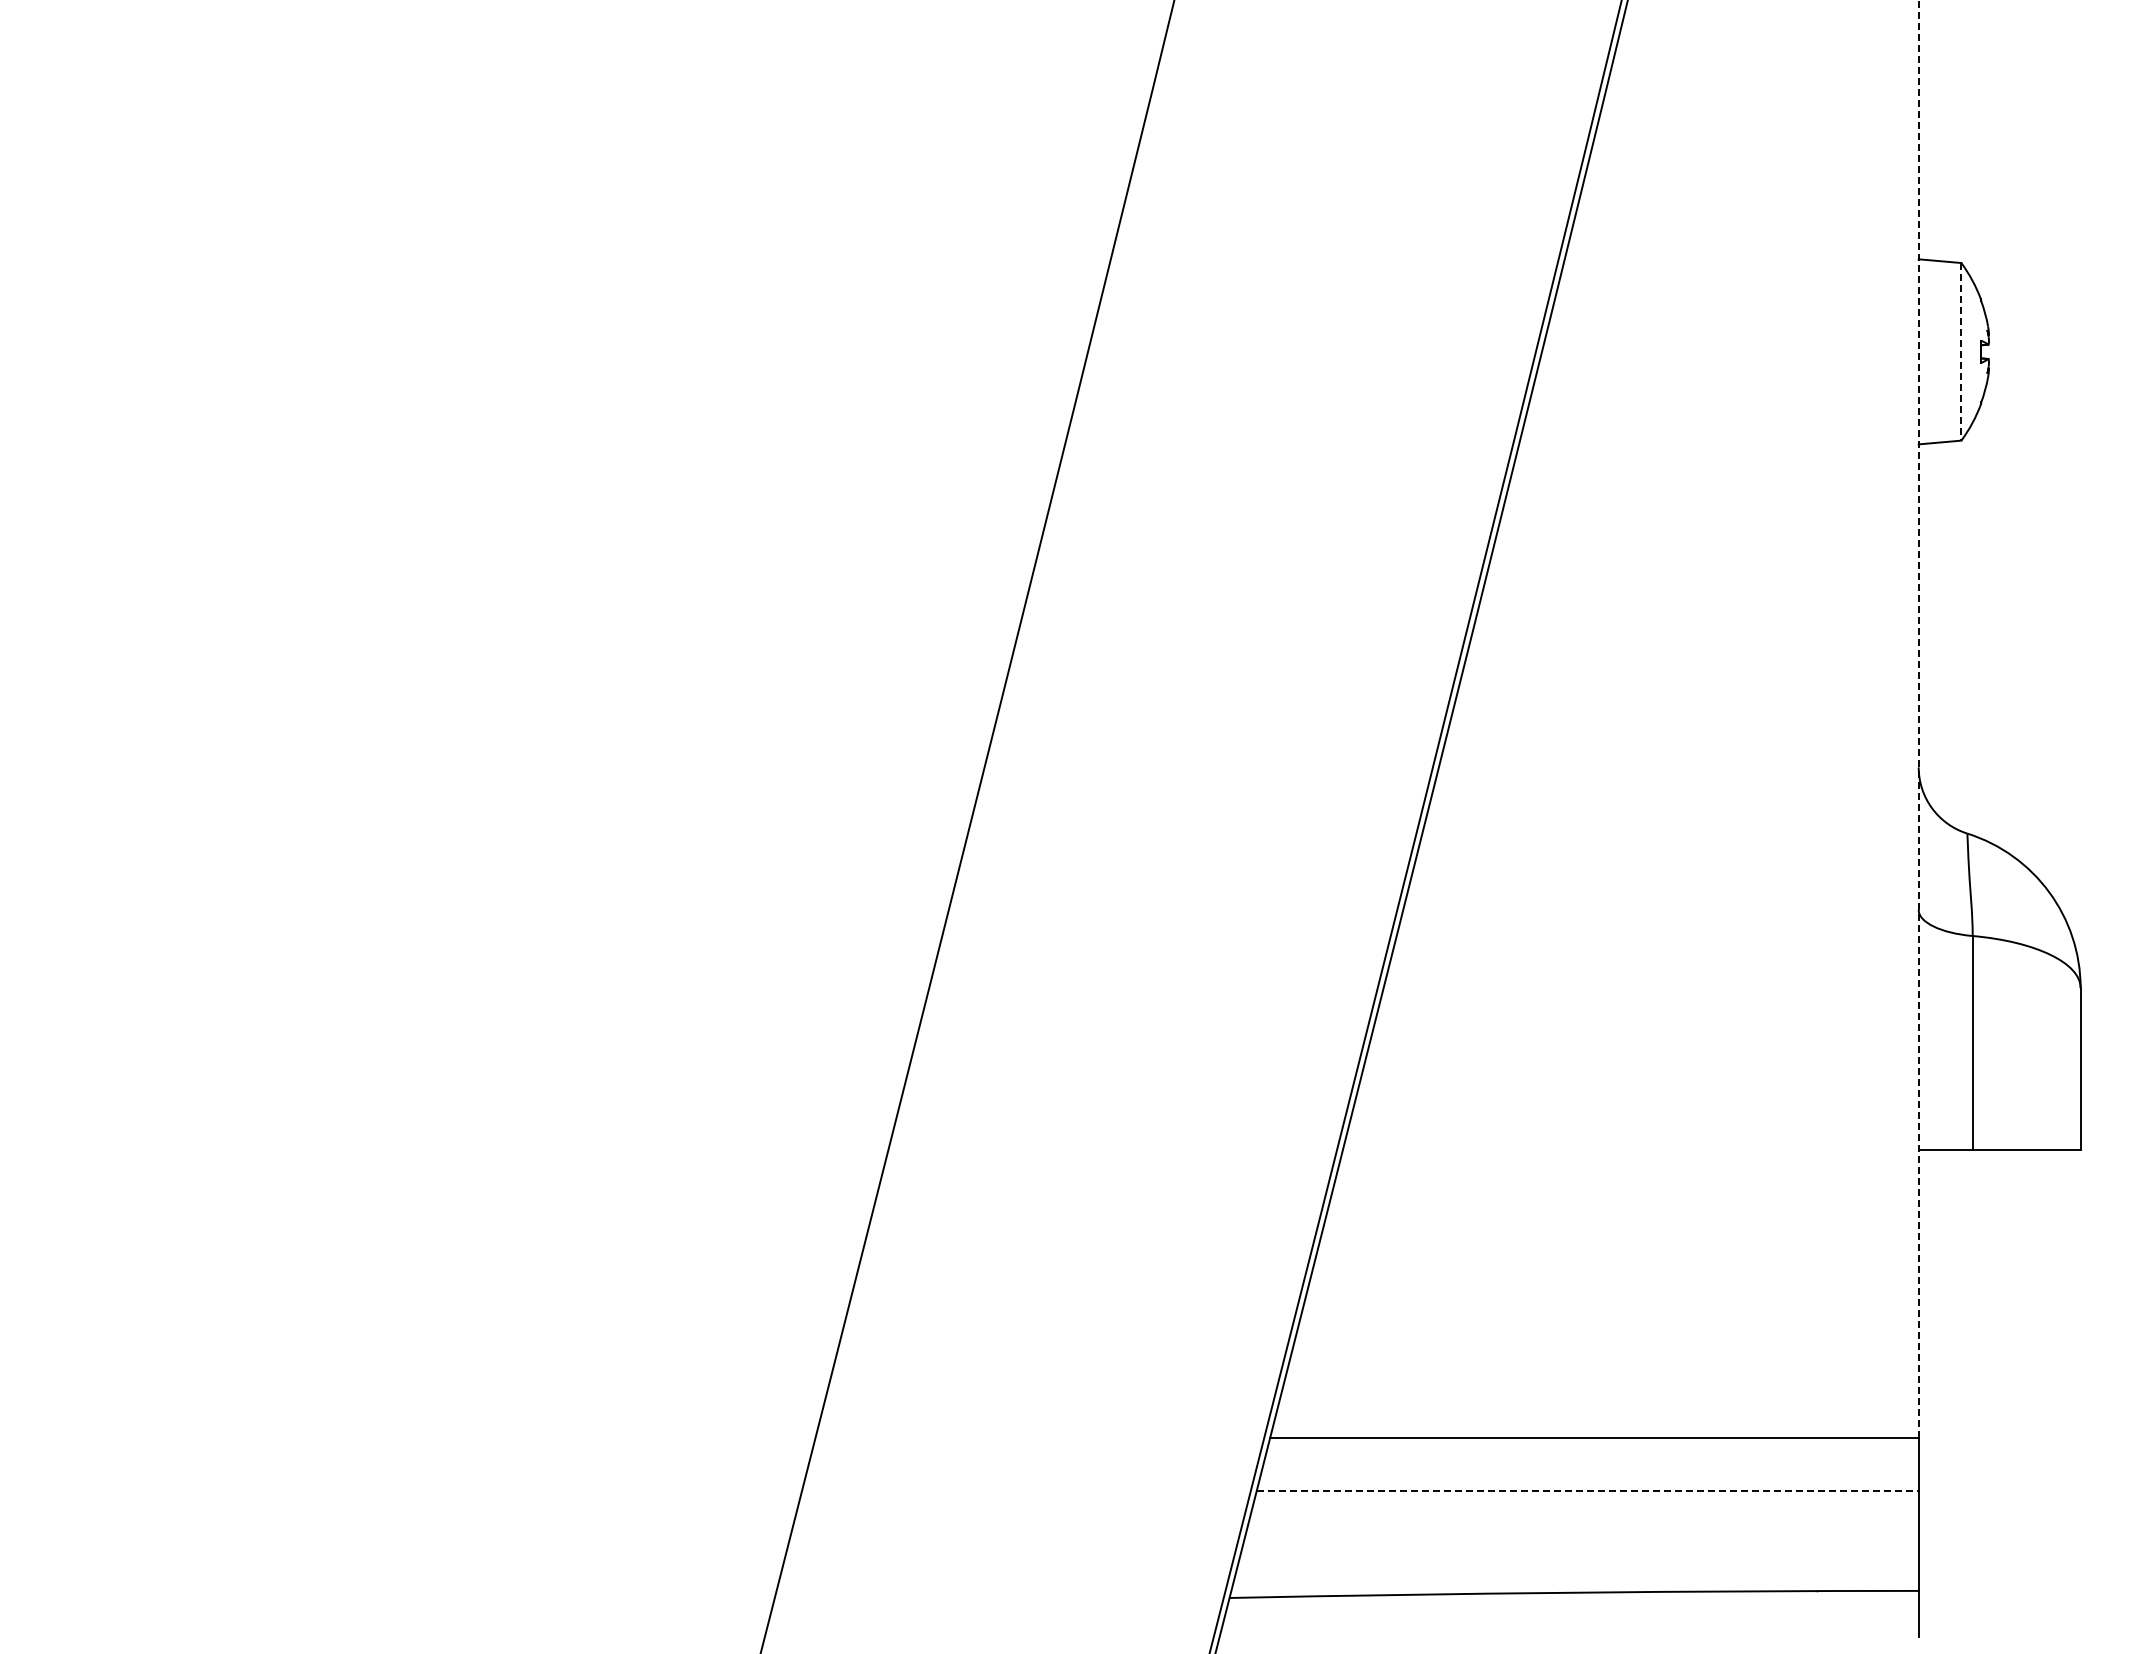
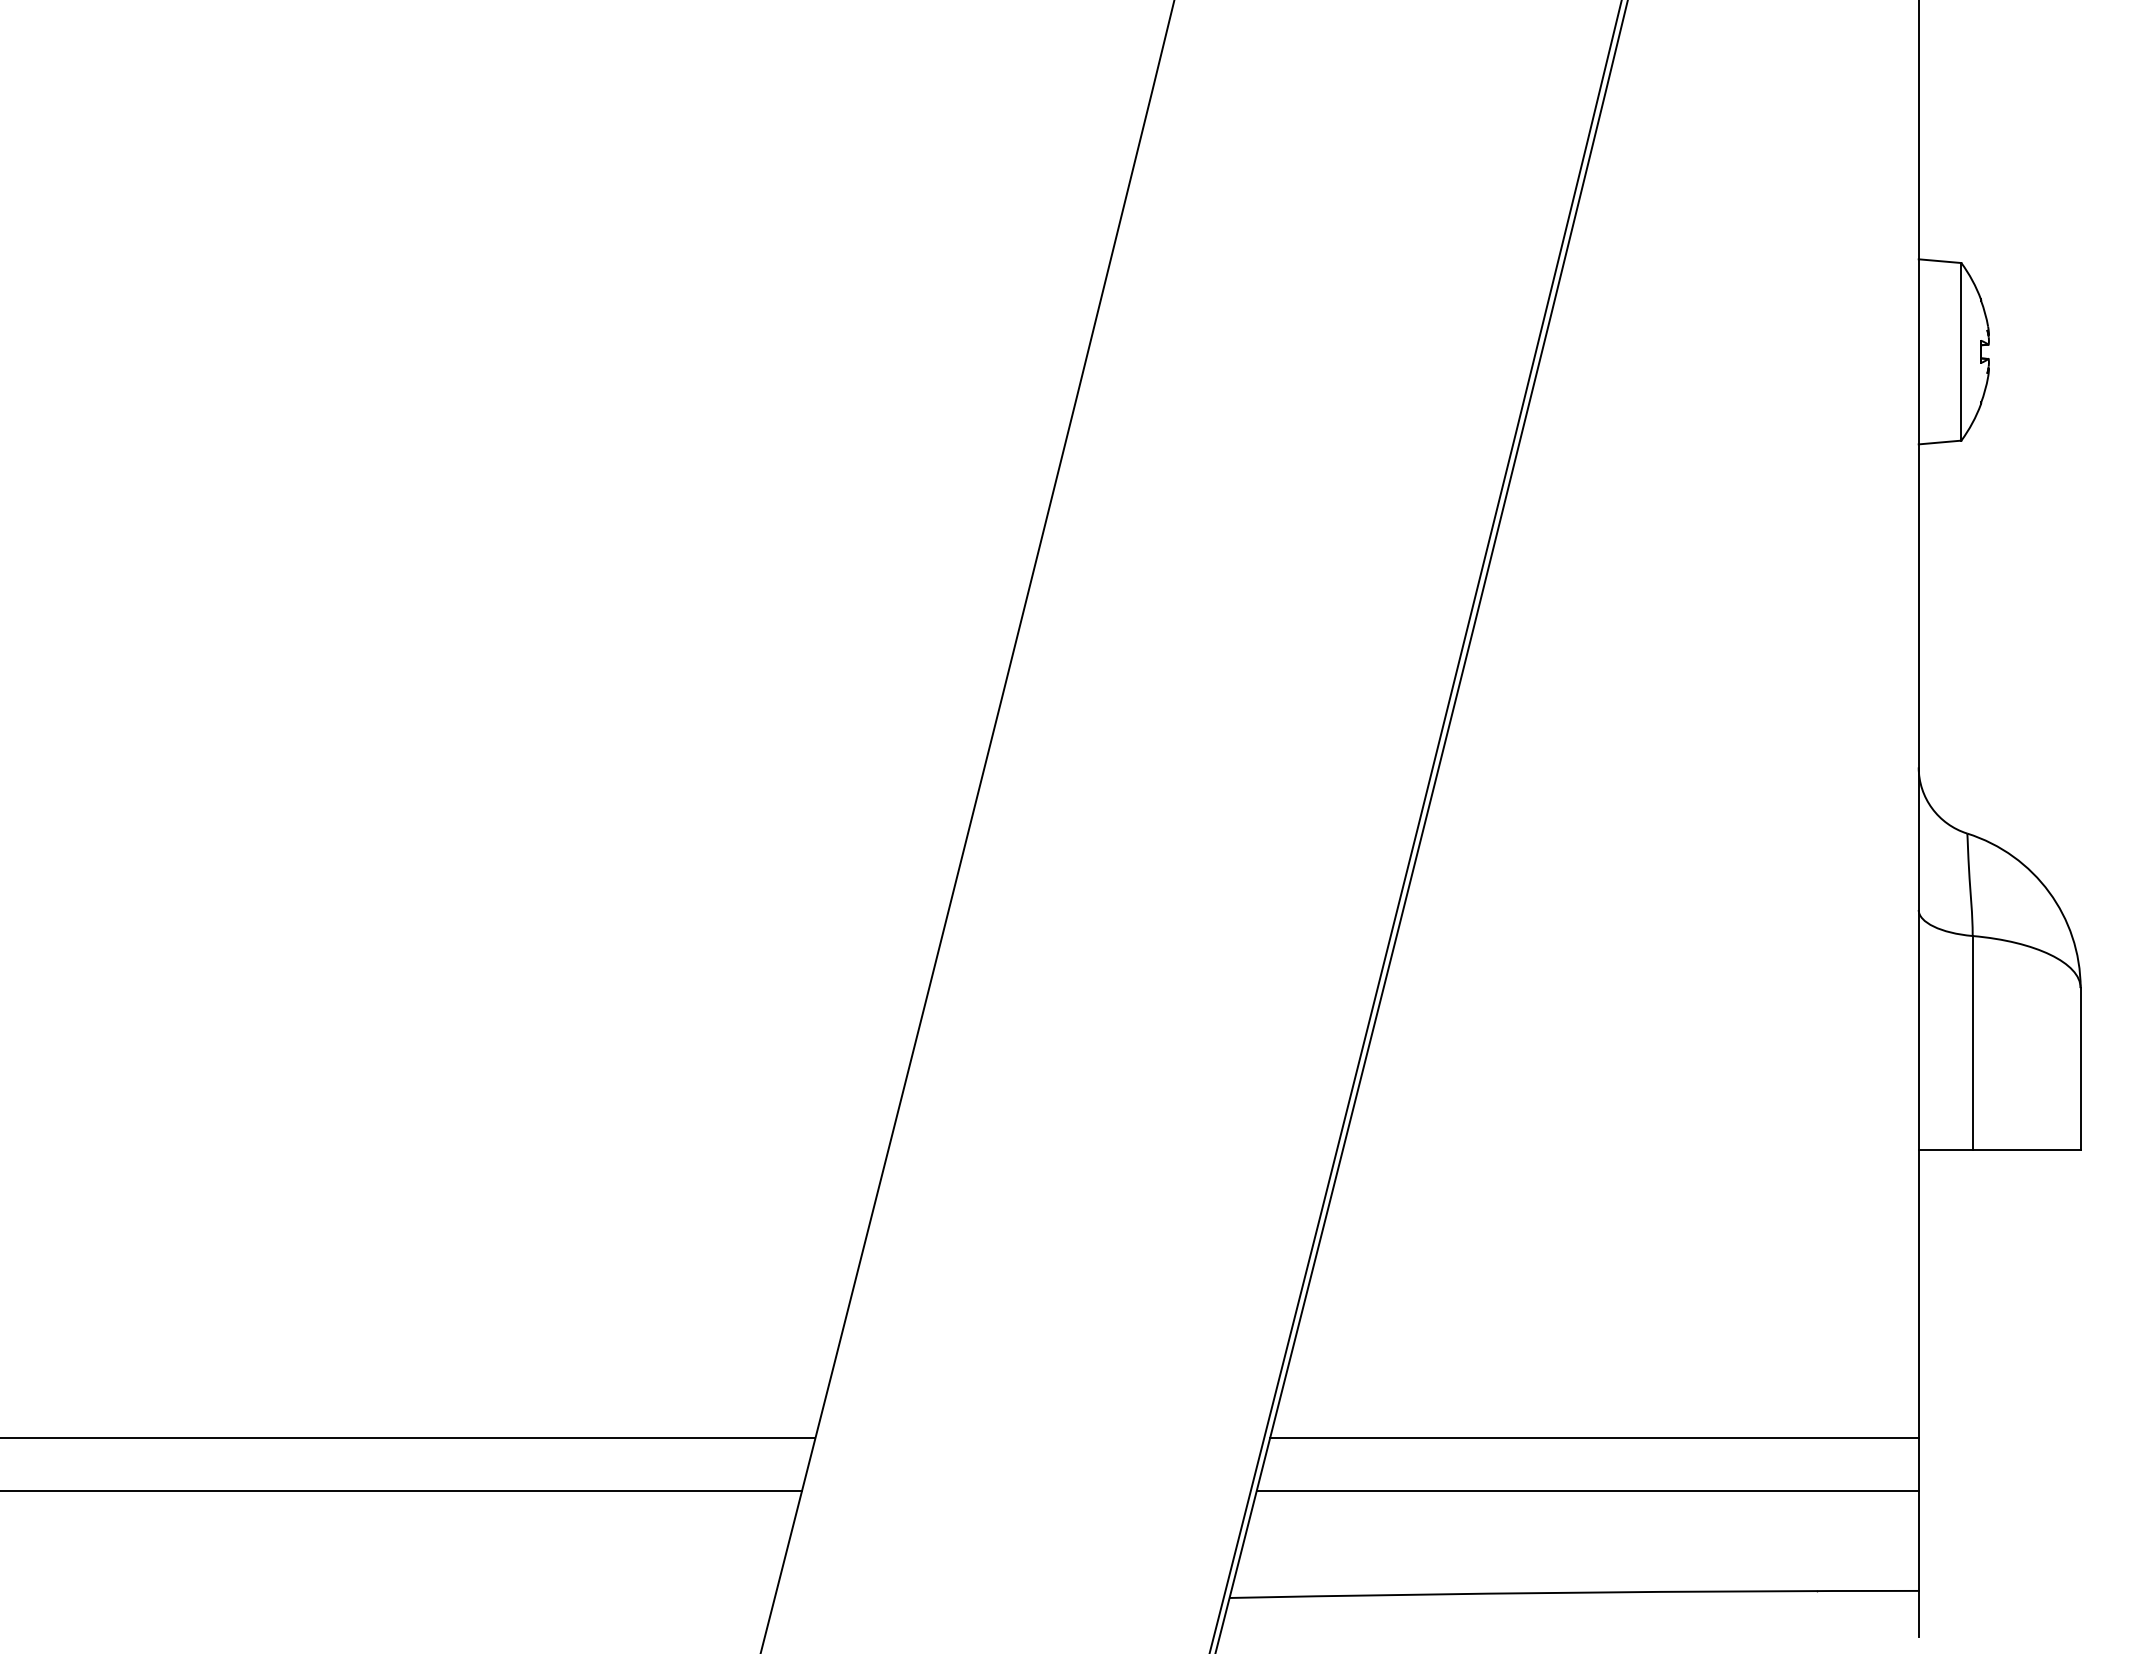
line at (1961, 351): dashed -> solid
line at (1918, 719): dashed -> solid
line at (408, 1438): none -> present
line at (401, 1491): none -> present
line at (1588, 1491): dashed -> solid
